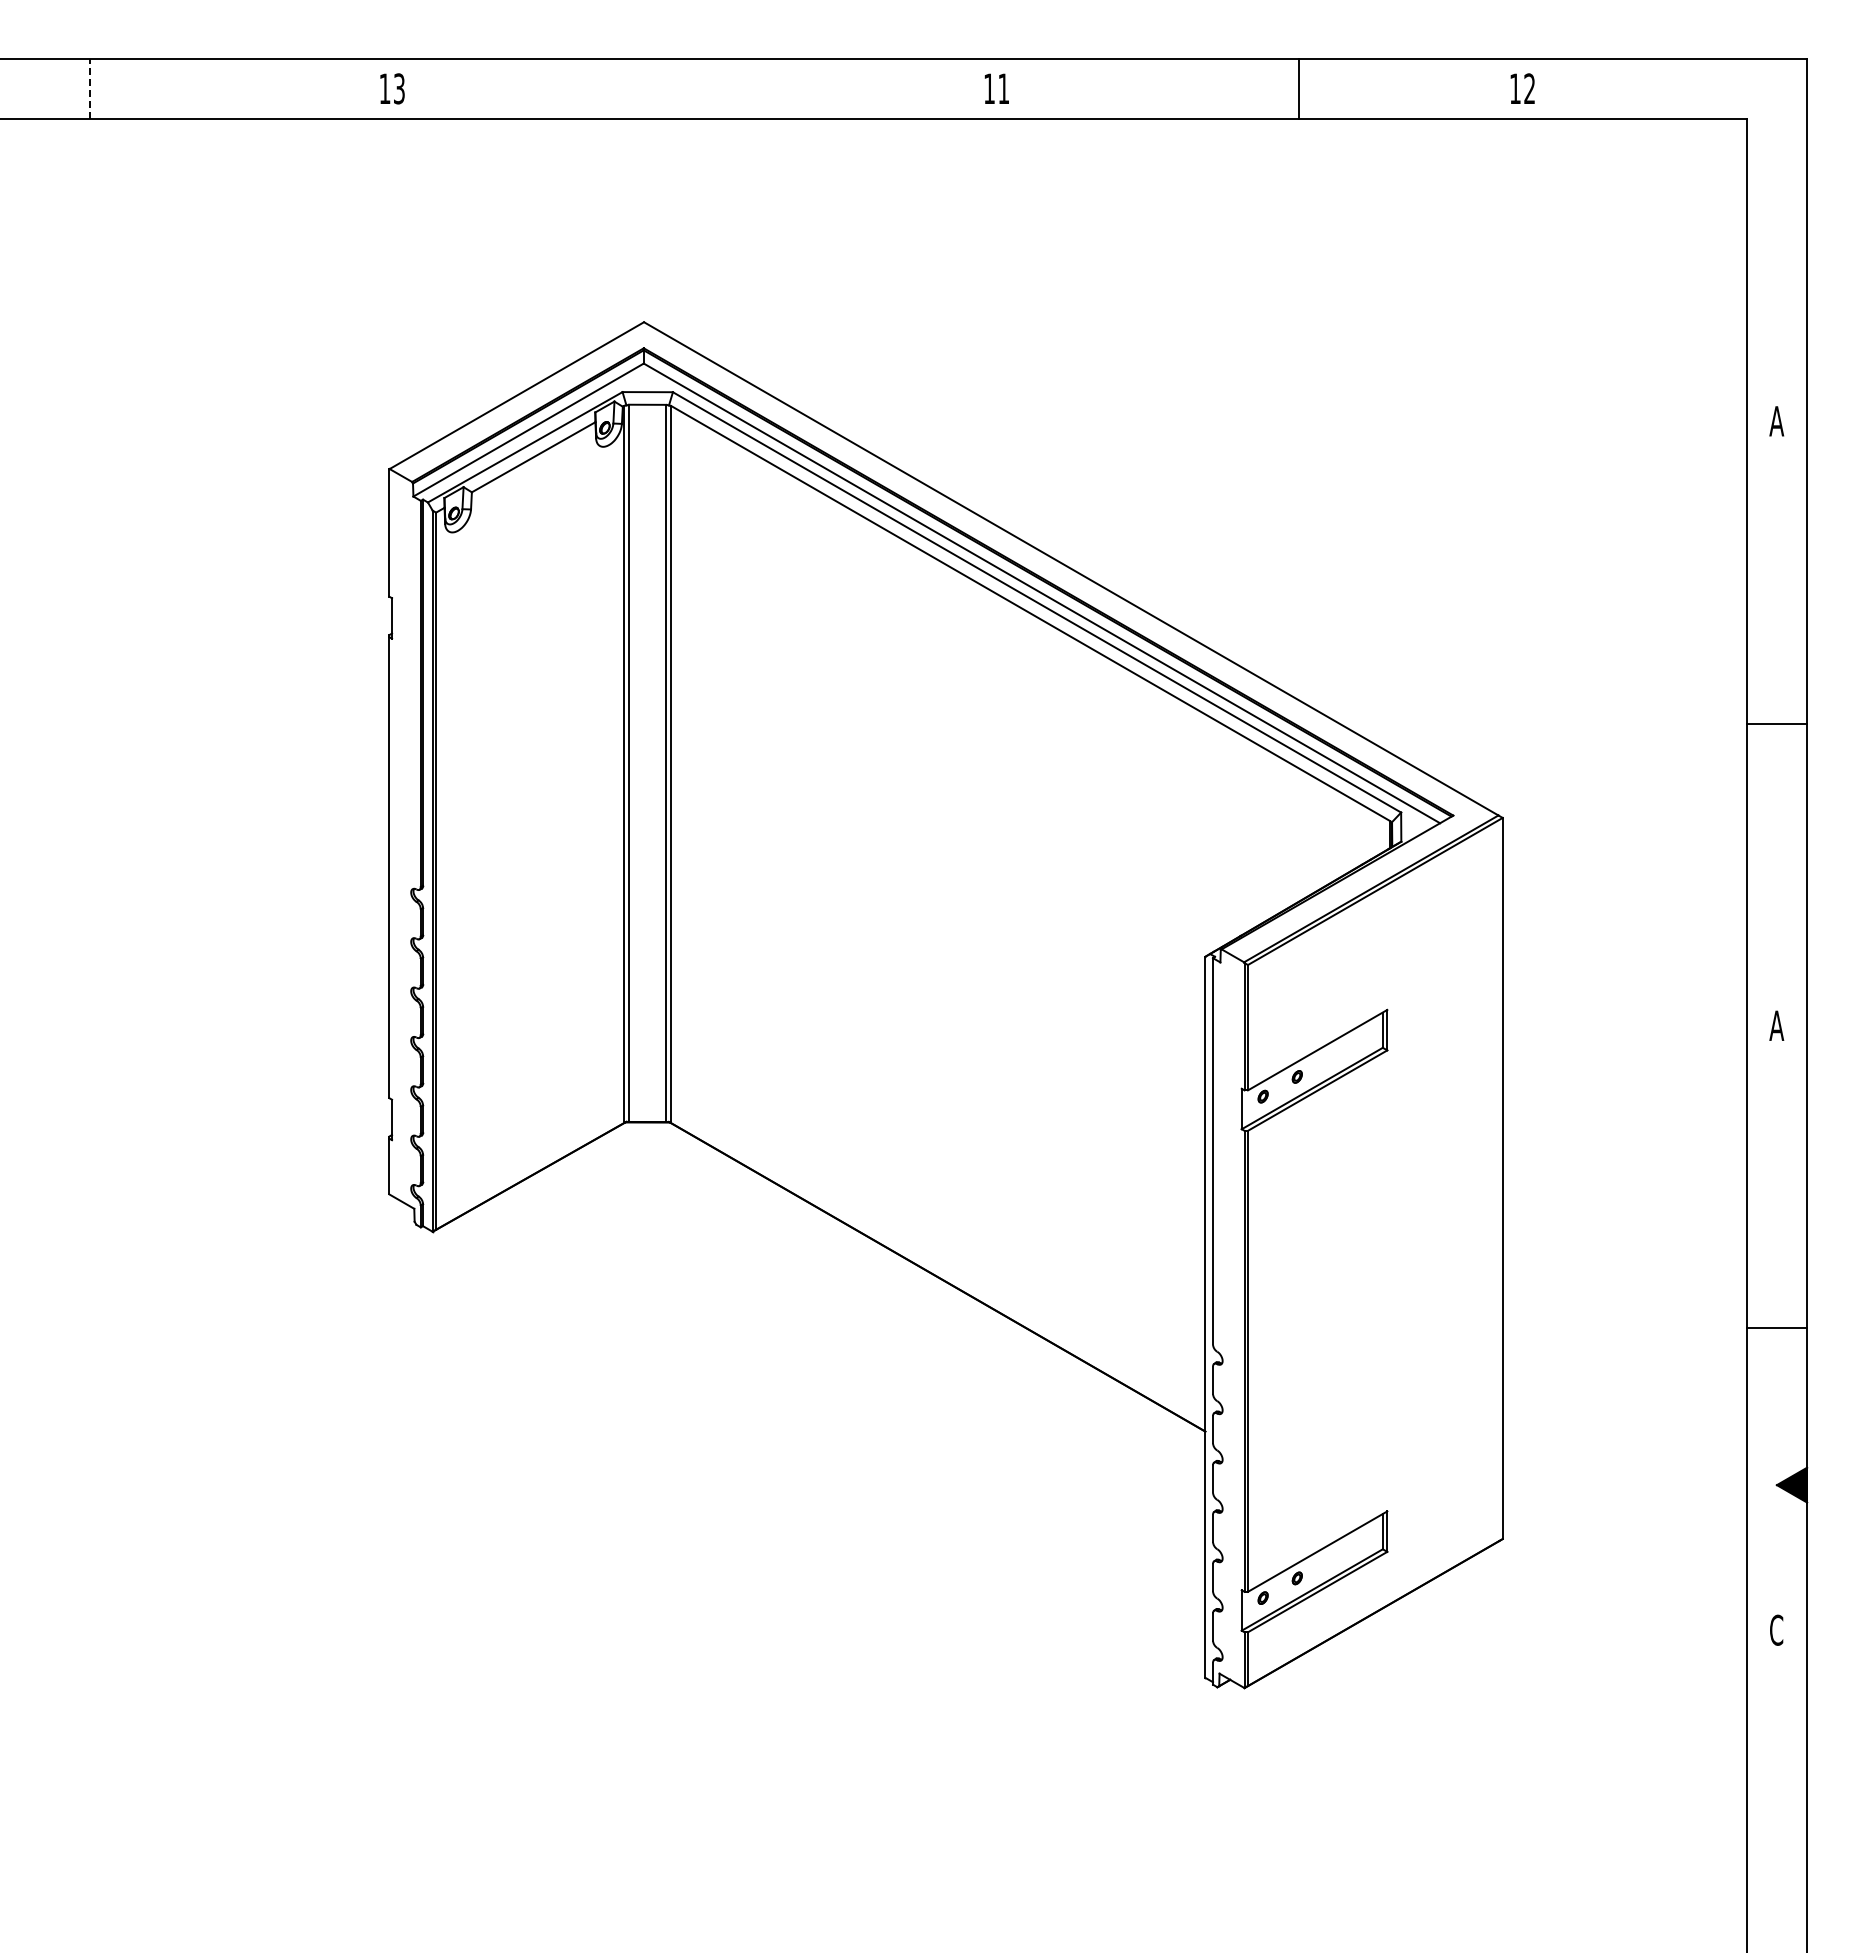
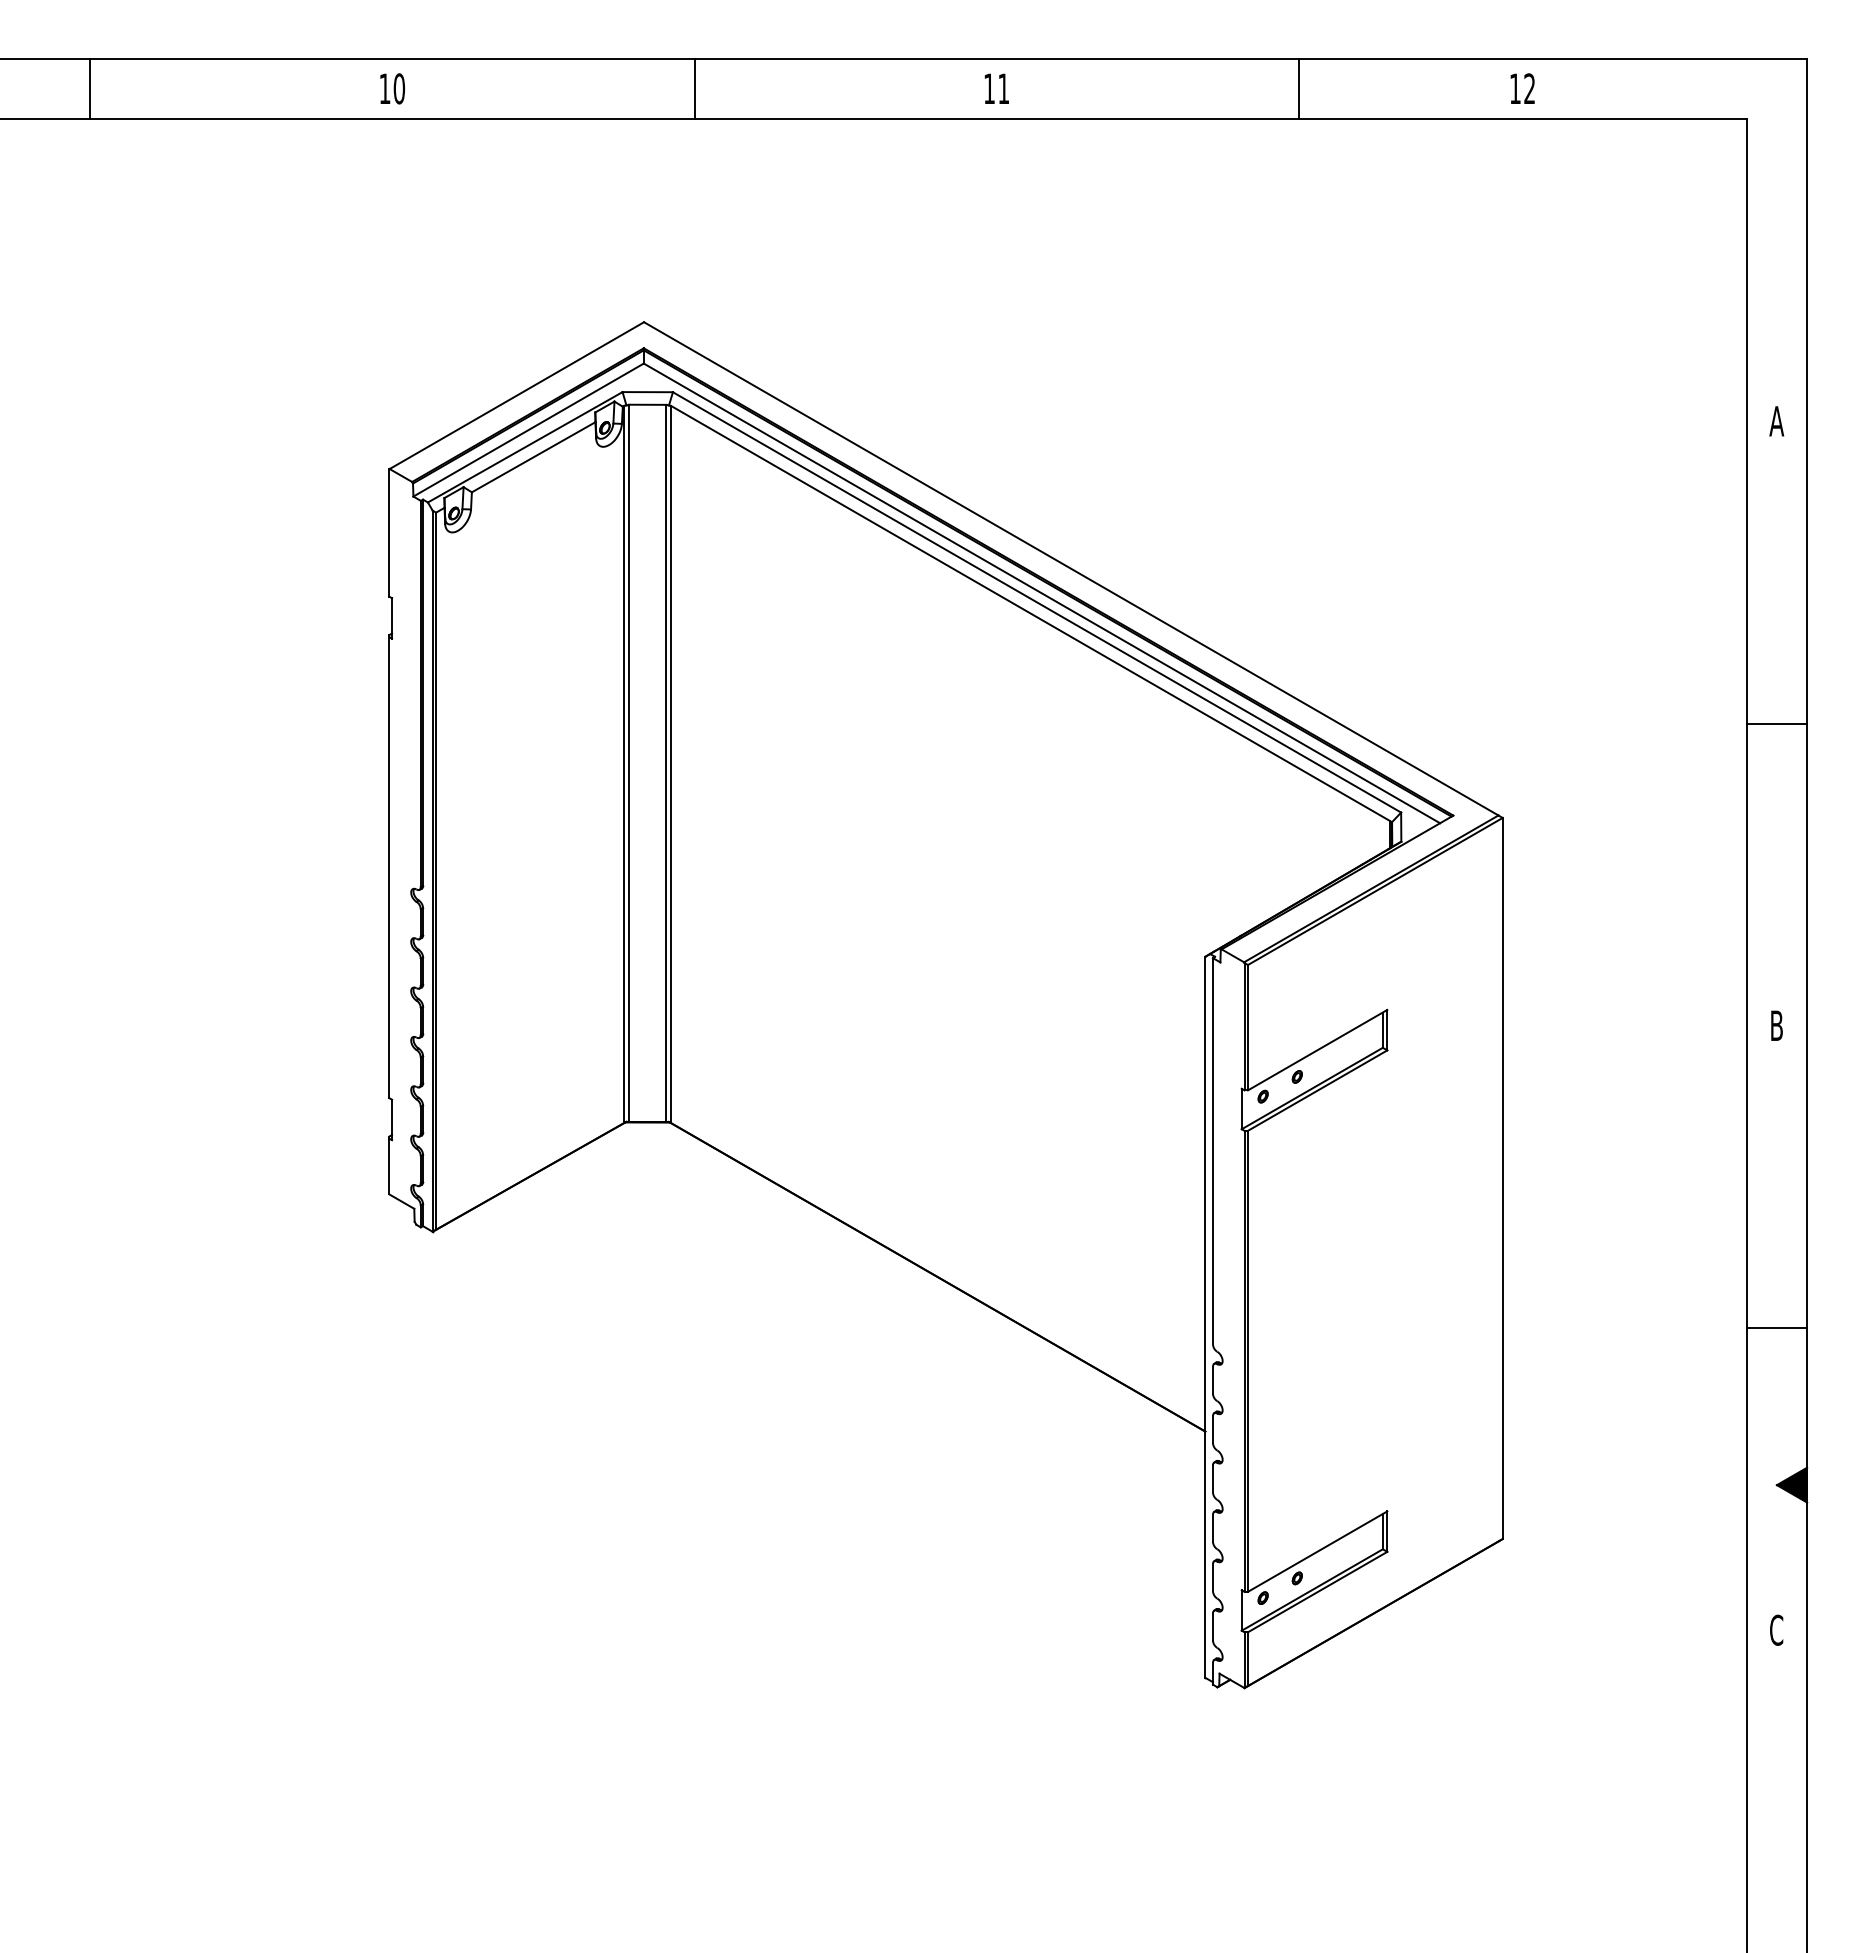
line at (90, 88): dashed -> solid
text at (399, 88): 13 -> 10
line at (694, 88): none -> present
text at (1776, 1025): A -> B
